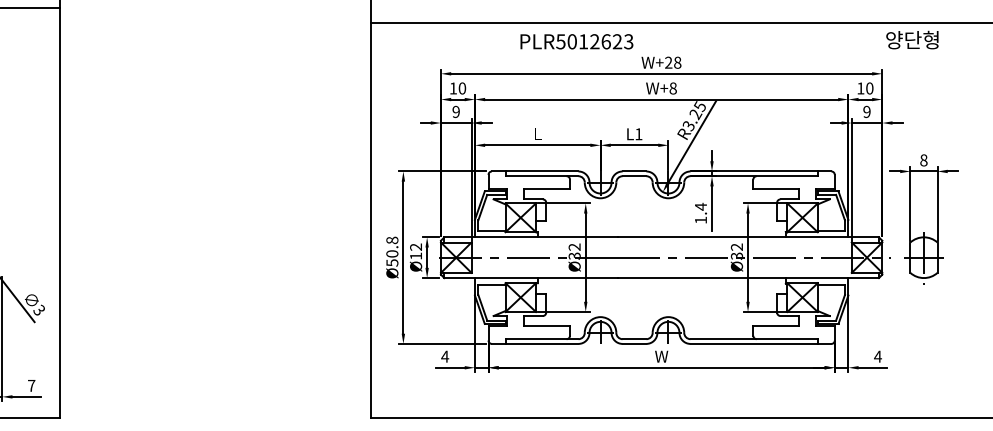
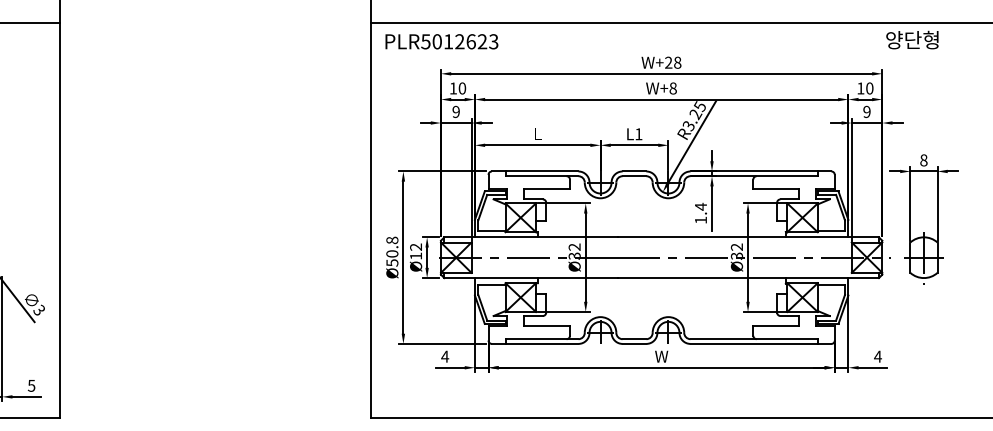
line at (31, 7) position: (31, 7) -> (31, 22)
text at (576, 41) position: (576, 41) -> (441, 41)
text at (31, 385): 7 -> 5
